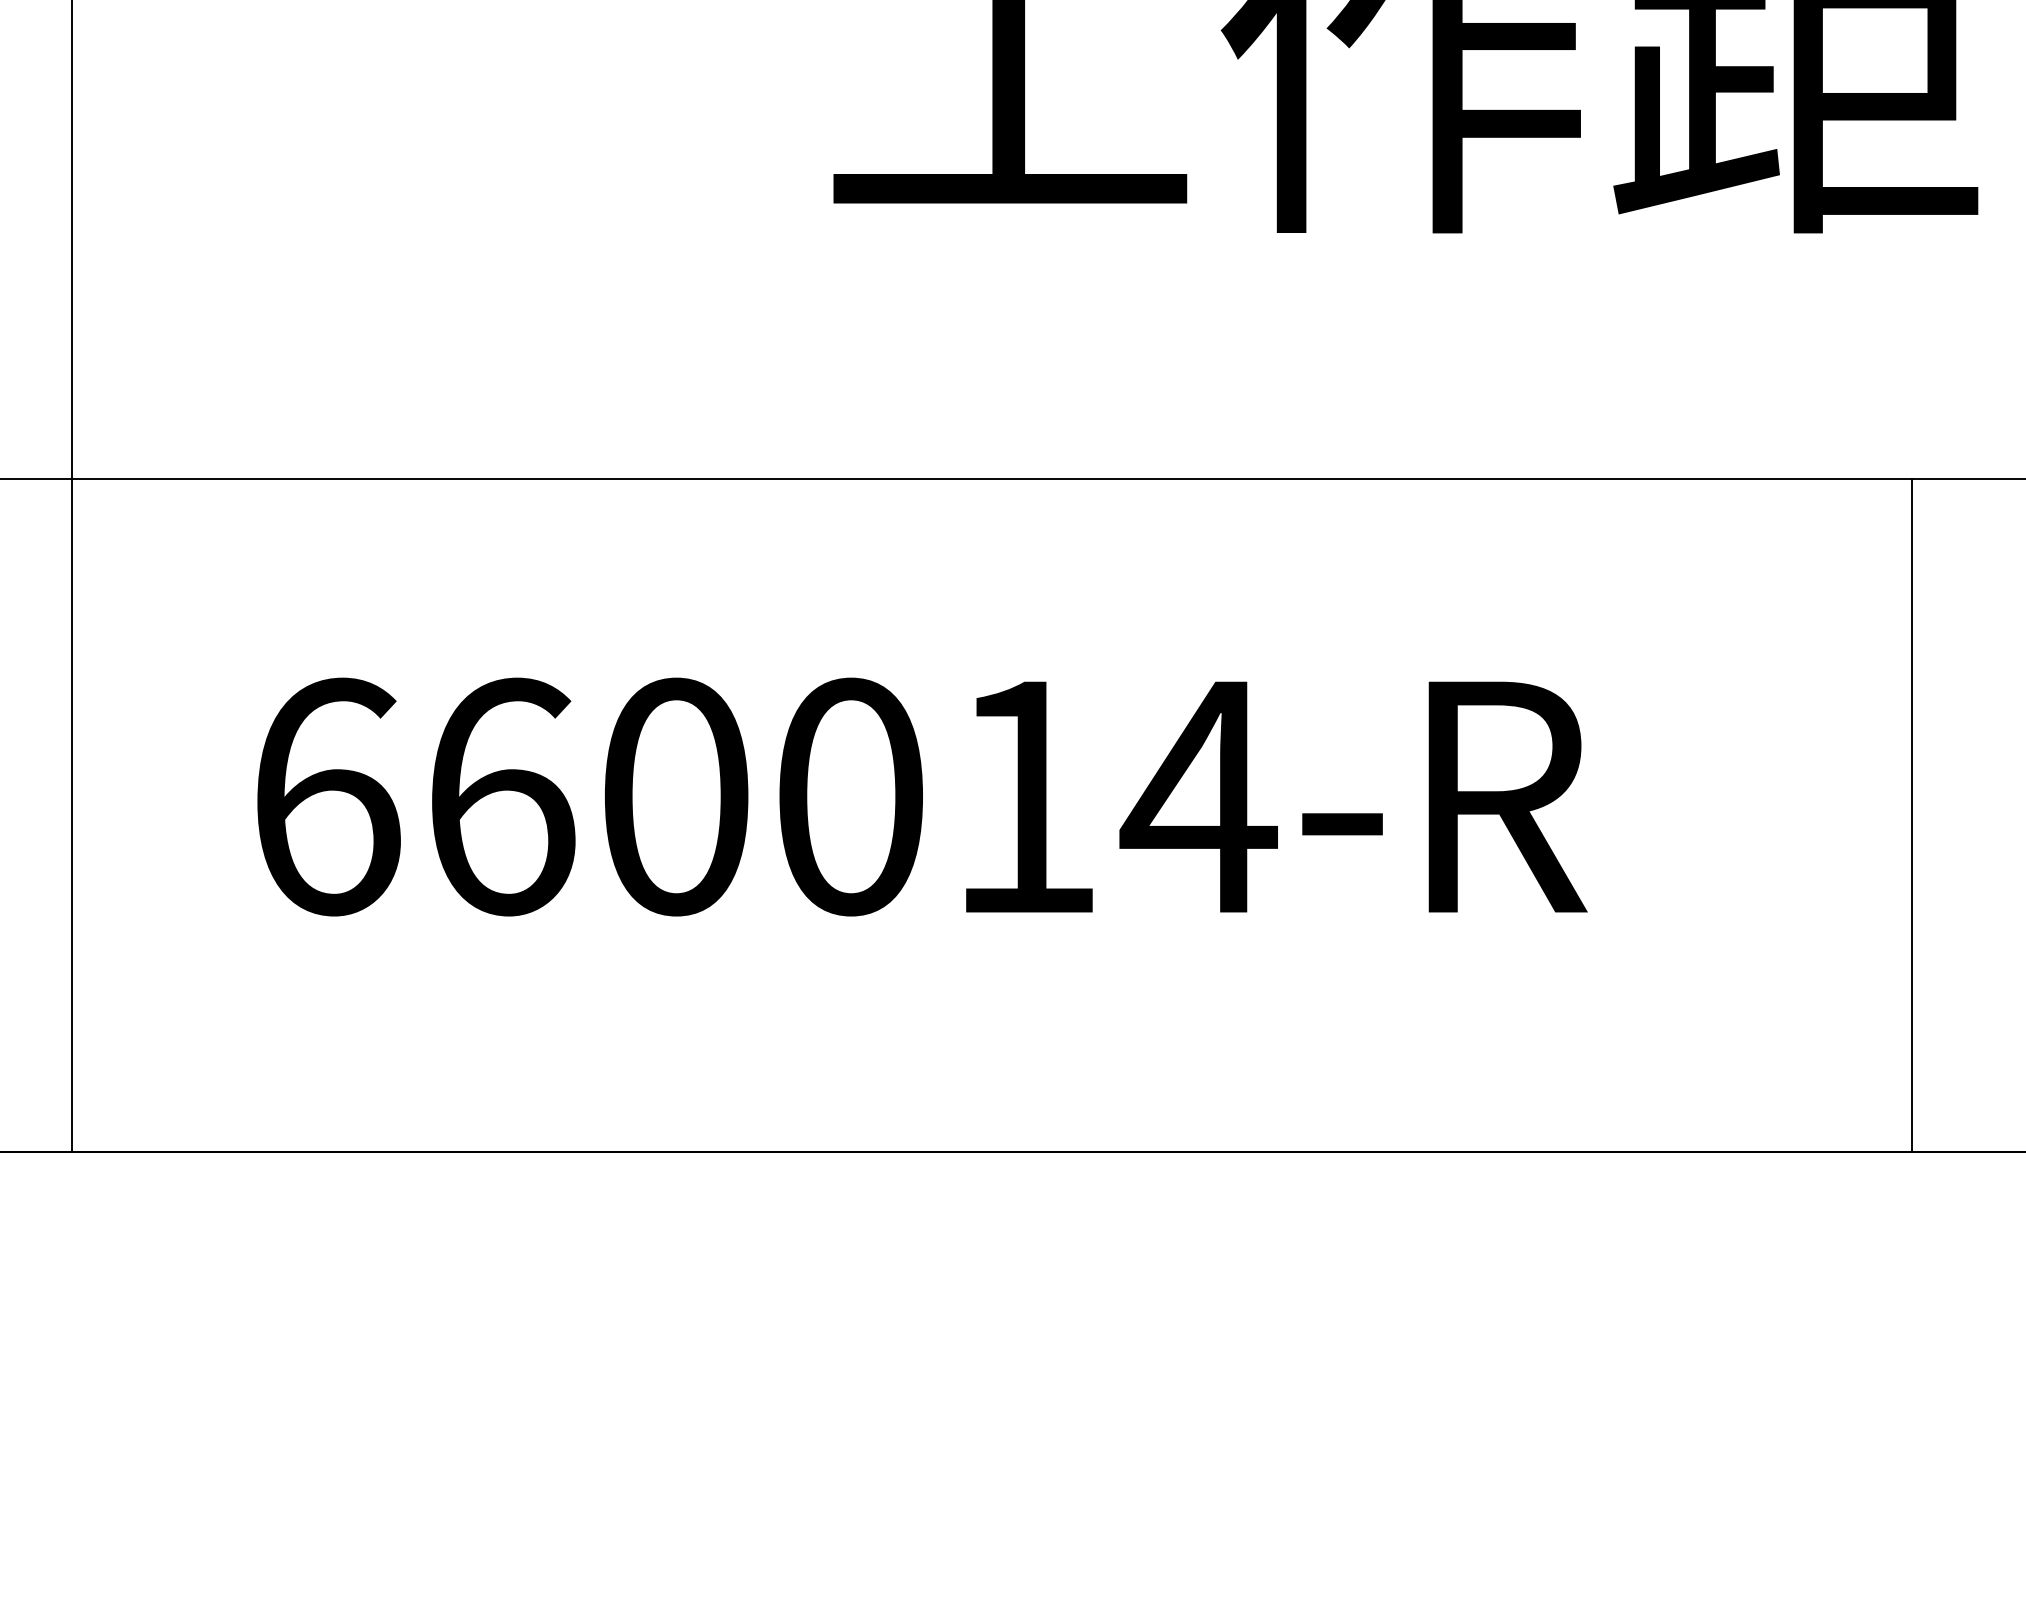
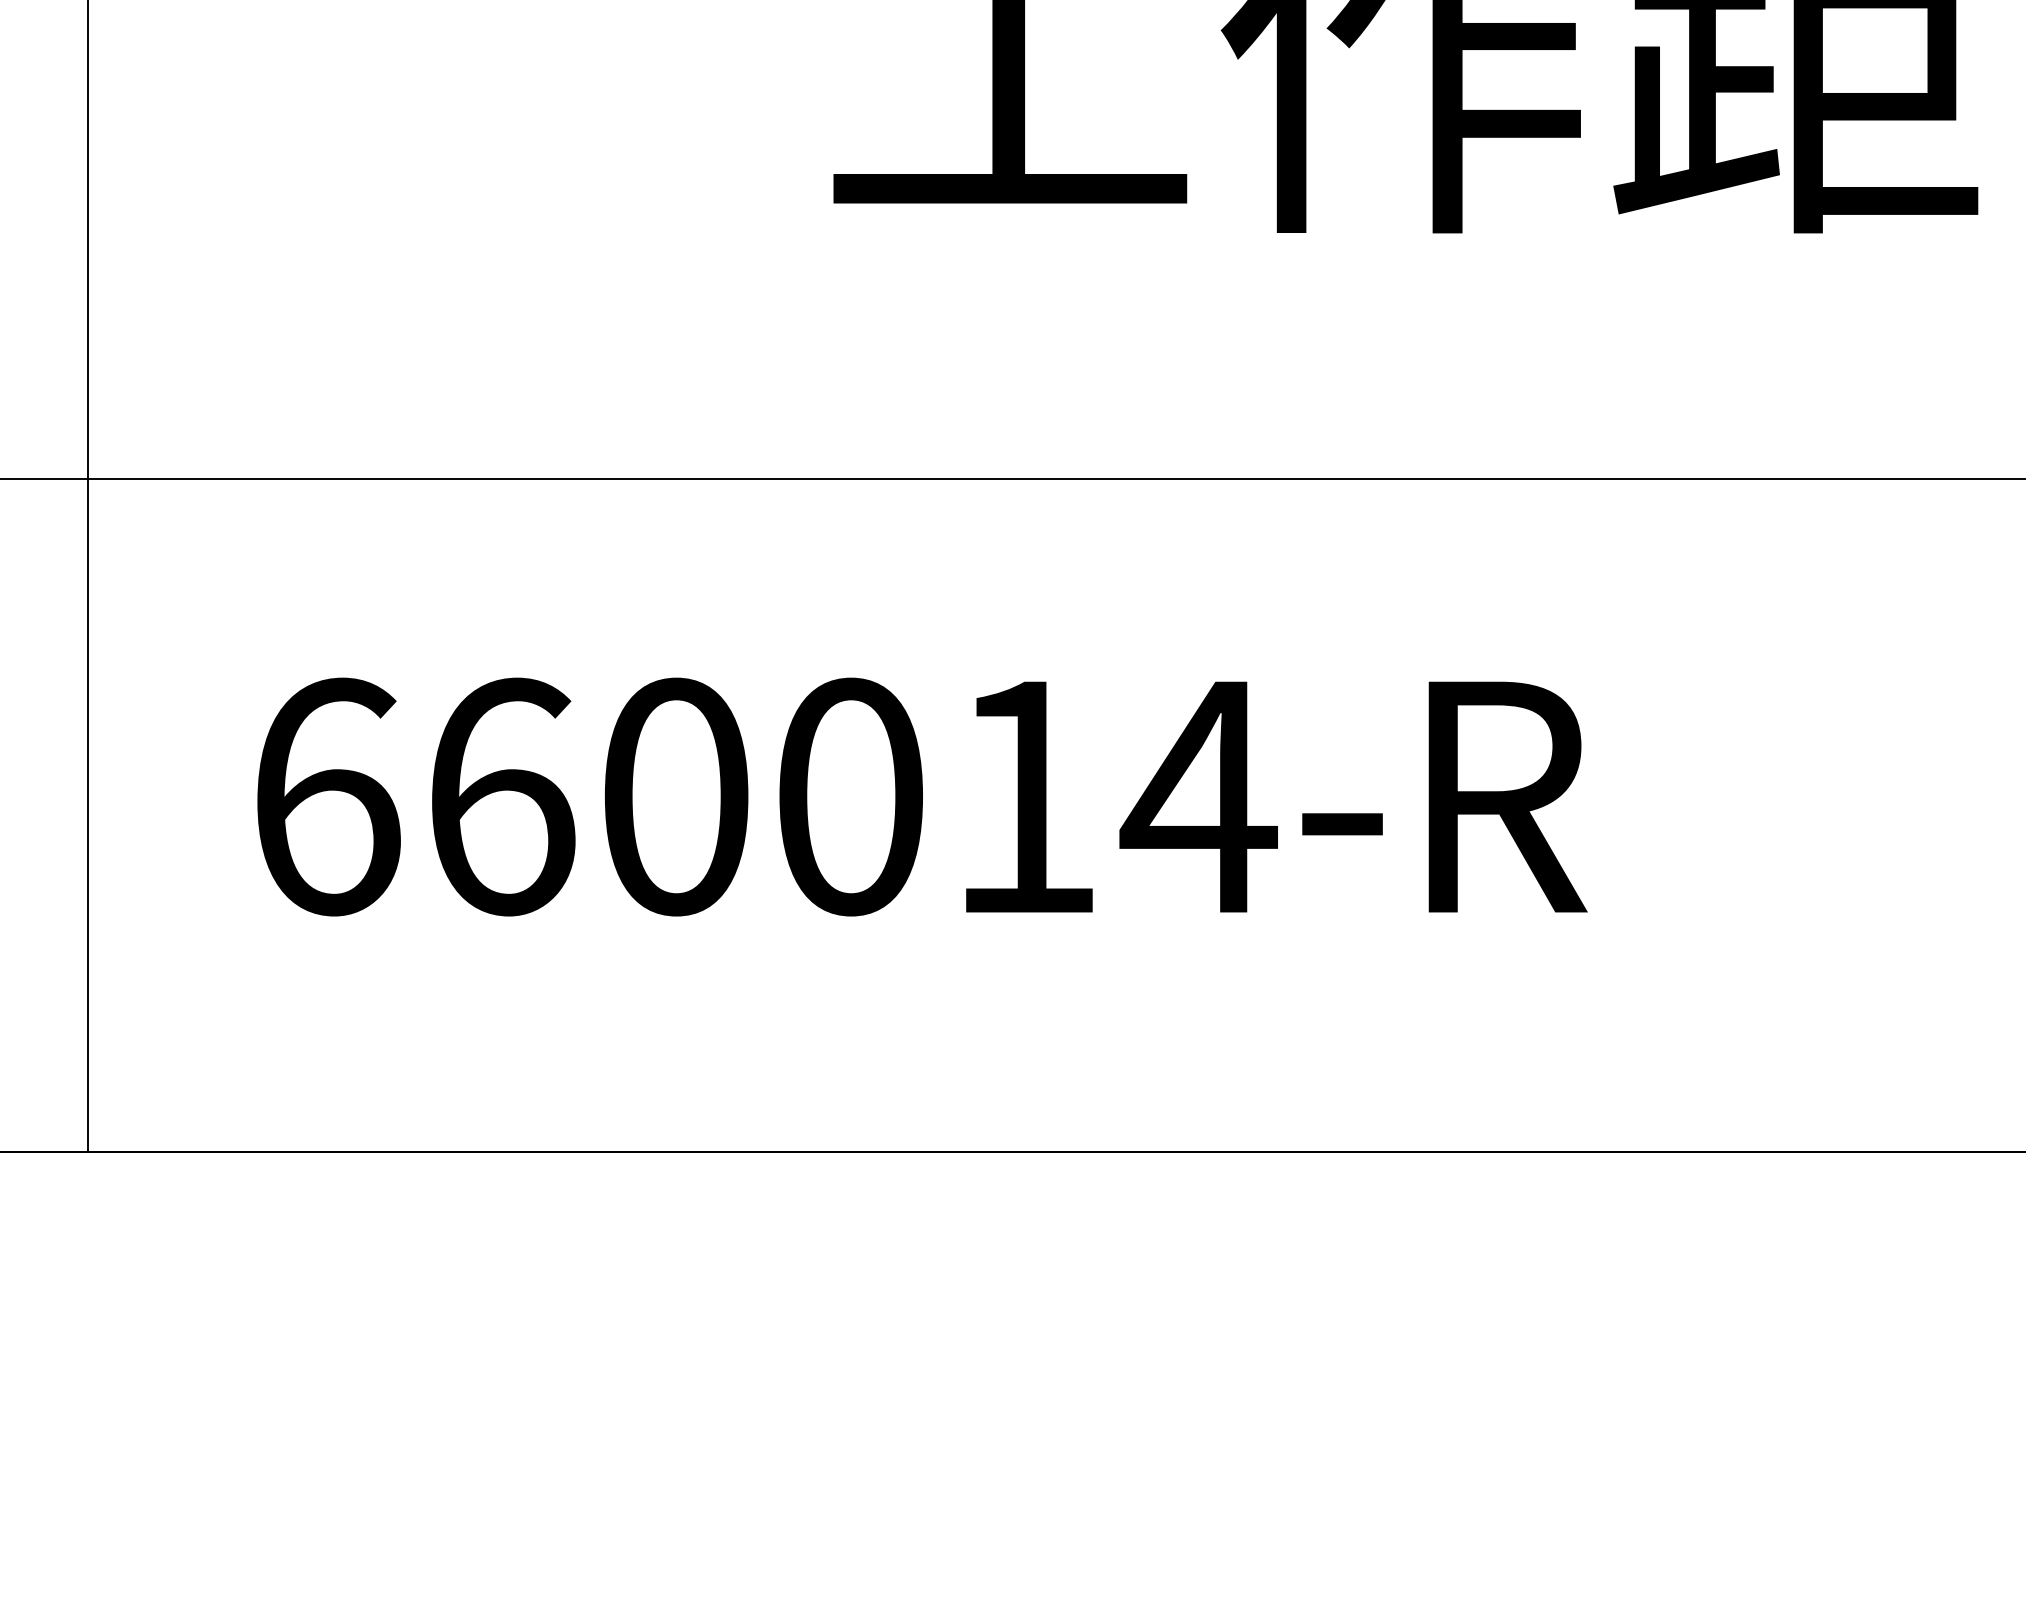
line at (72, 577) position: (72, 577) -> (88, 577)
line at (1911, 815): present -> none
